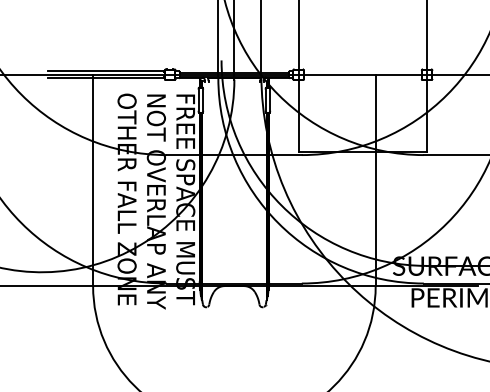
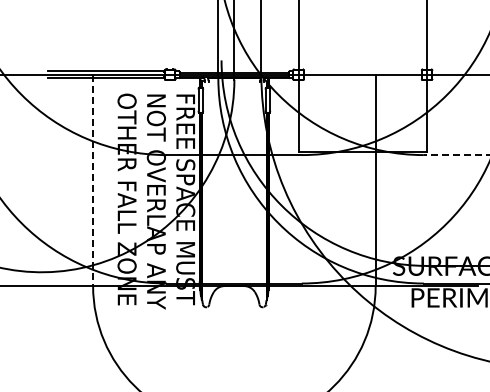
line at (456, 155): solid -> dashed
line at (93, 180): solid -> dashed
